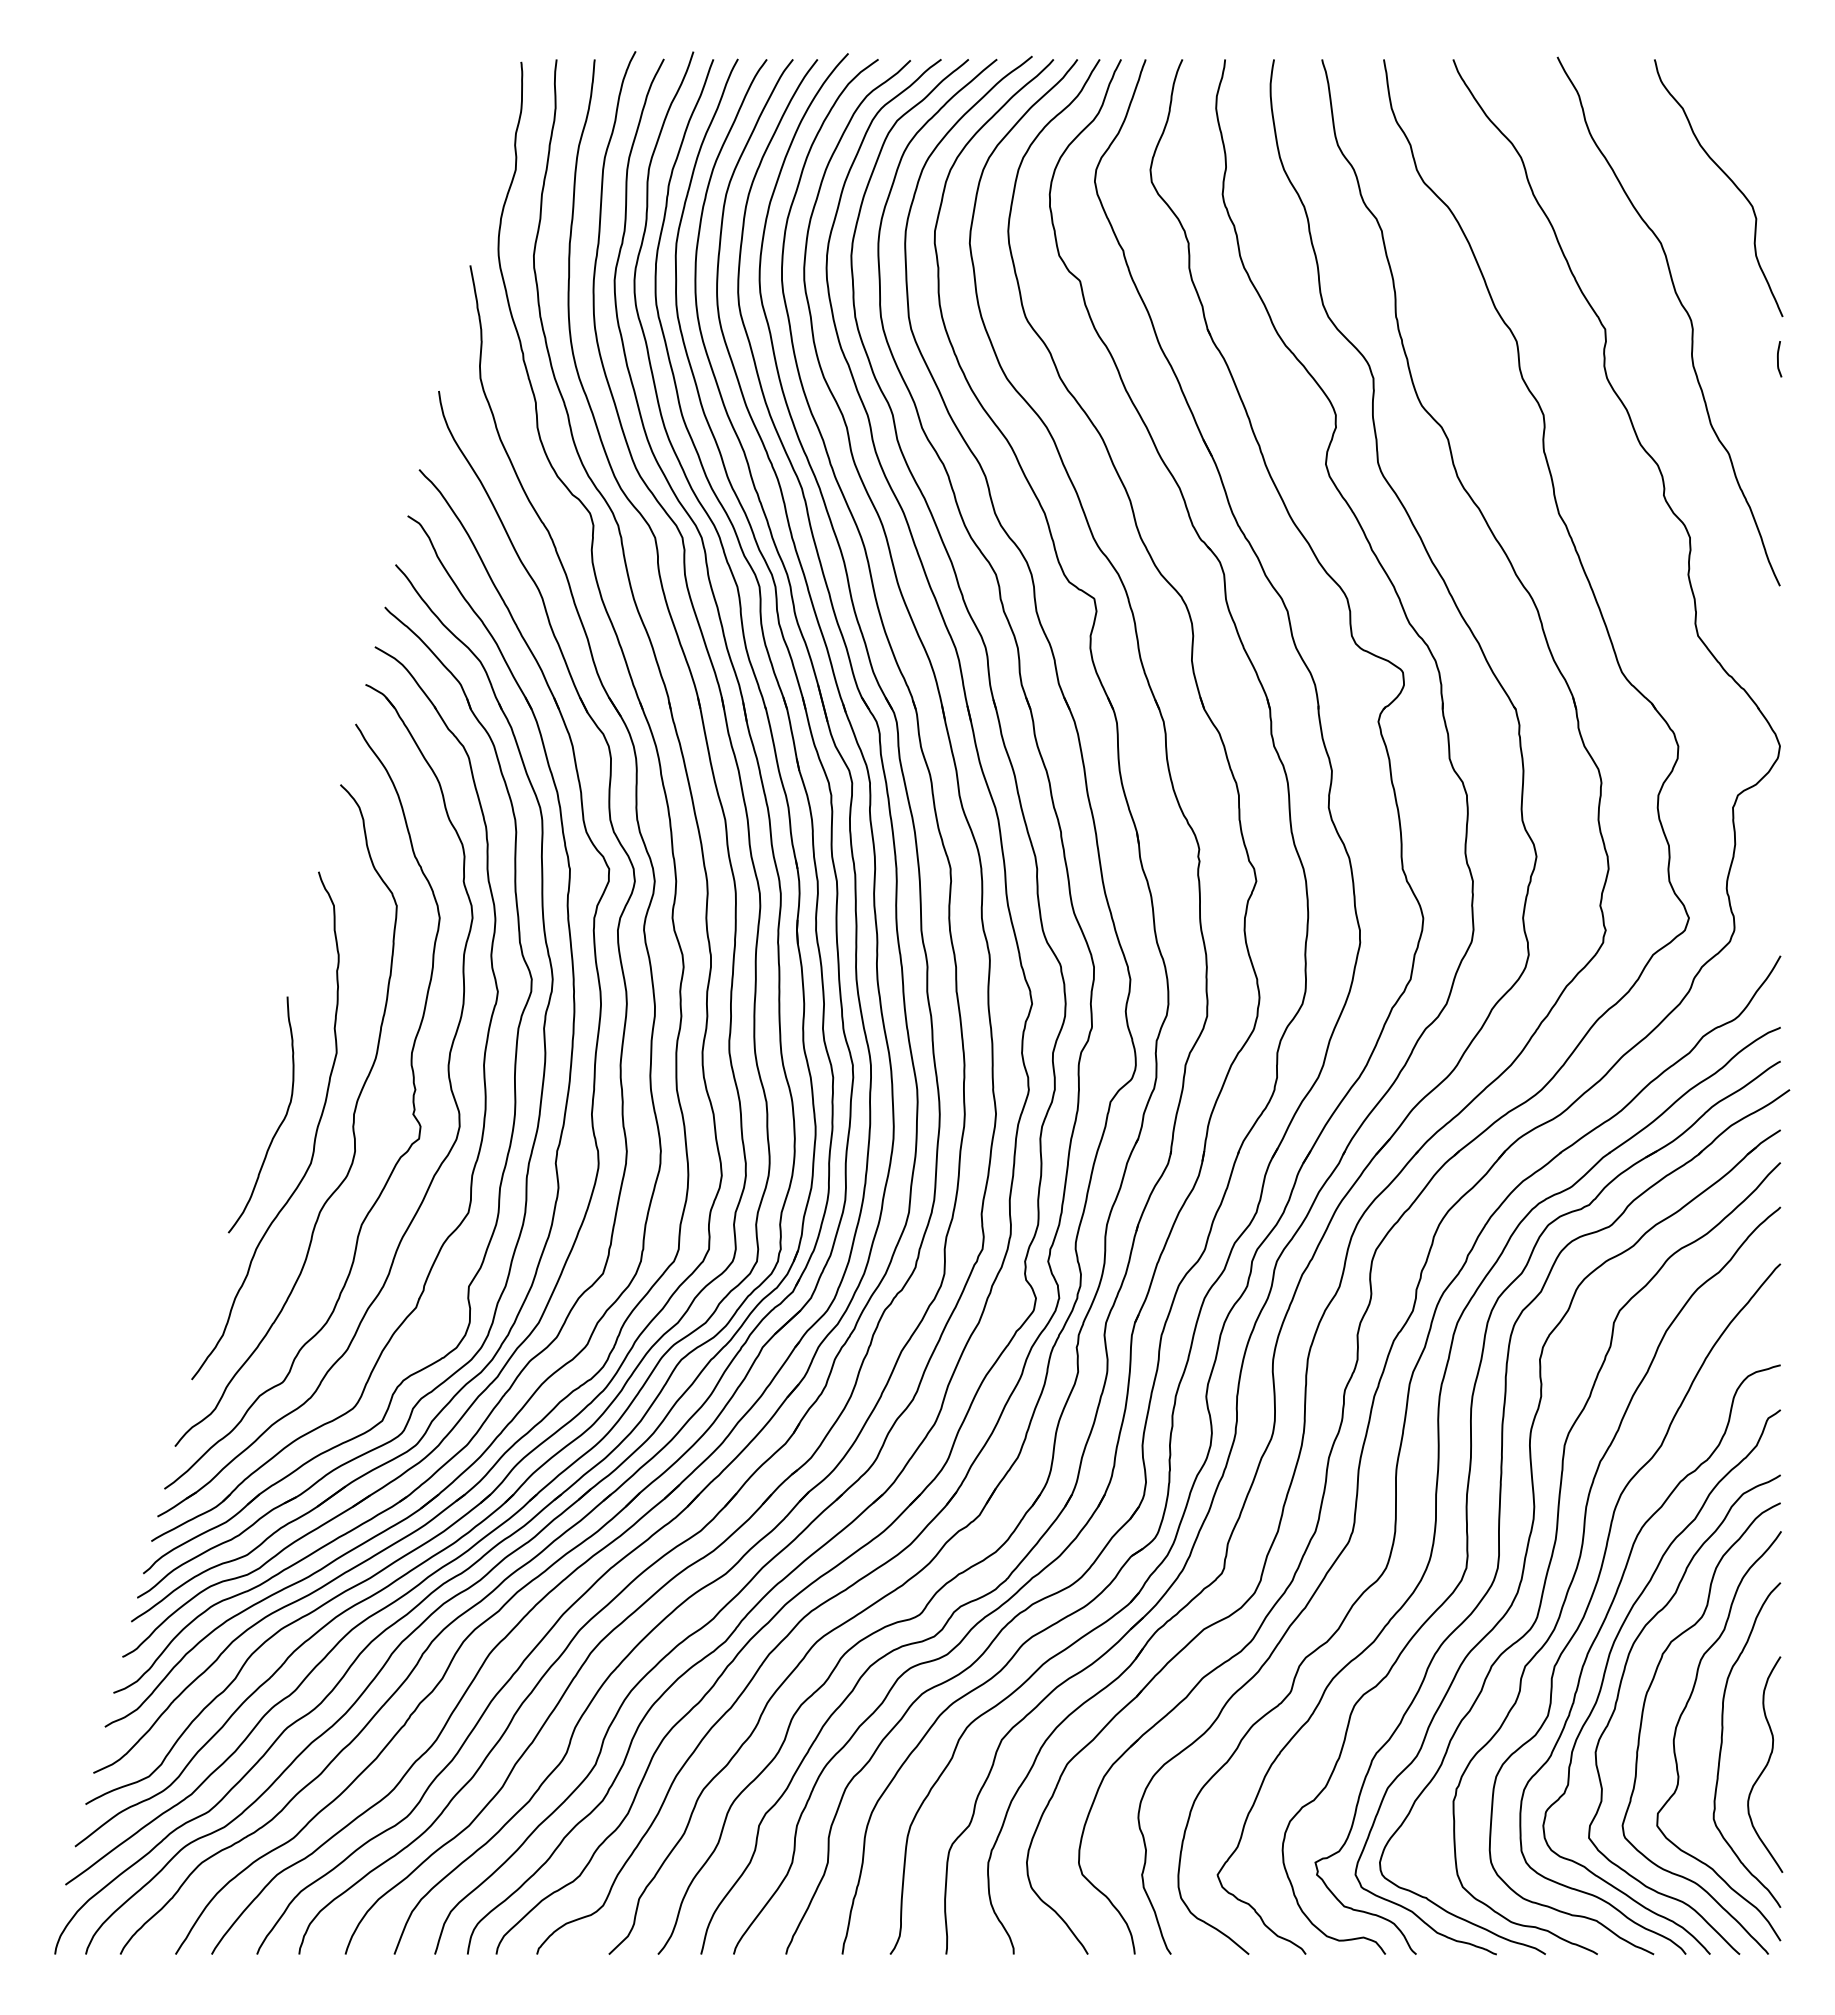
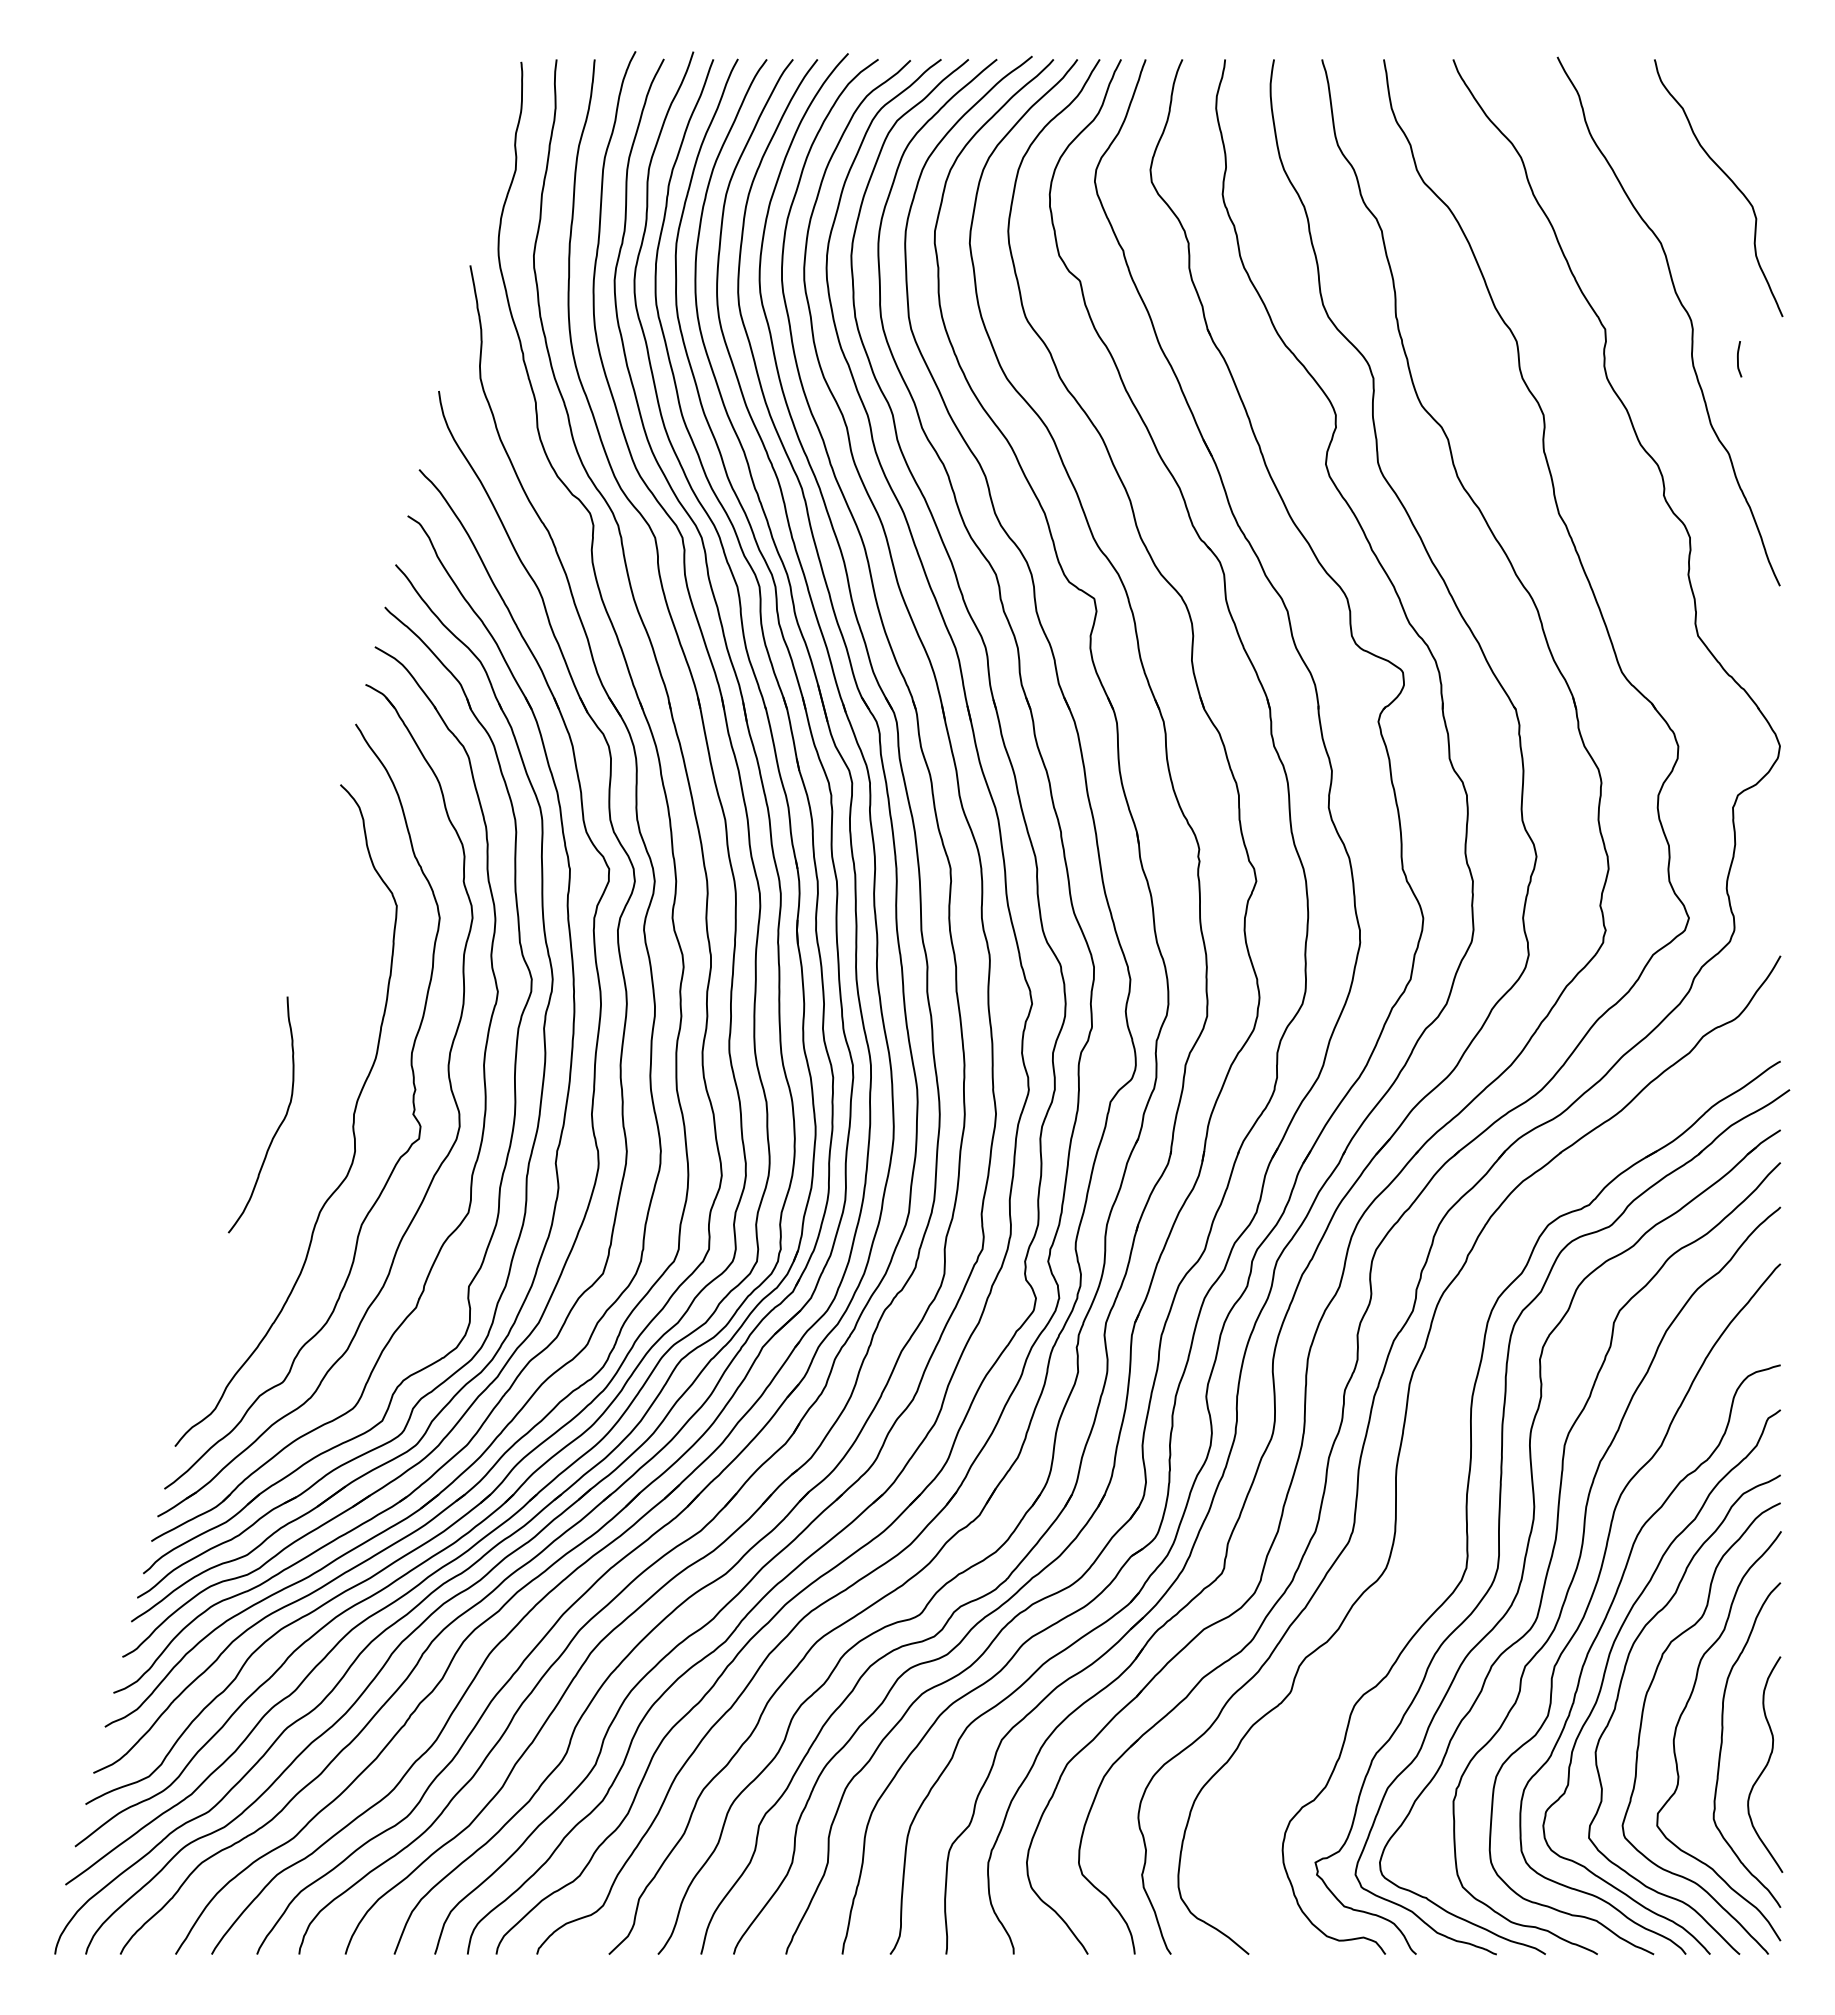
curve at (1778, 359) position: (1778, 359) -> (1738, 359)
curve at (314, 1136): present -> none
part at (1438, 1481): present -> none
